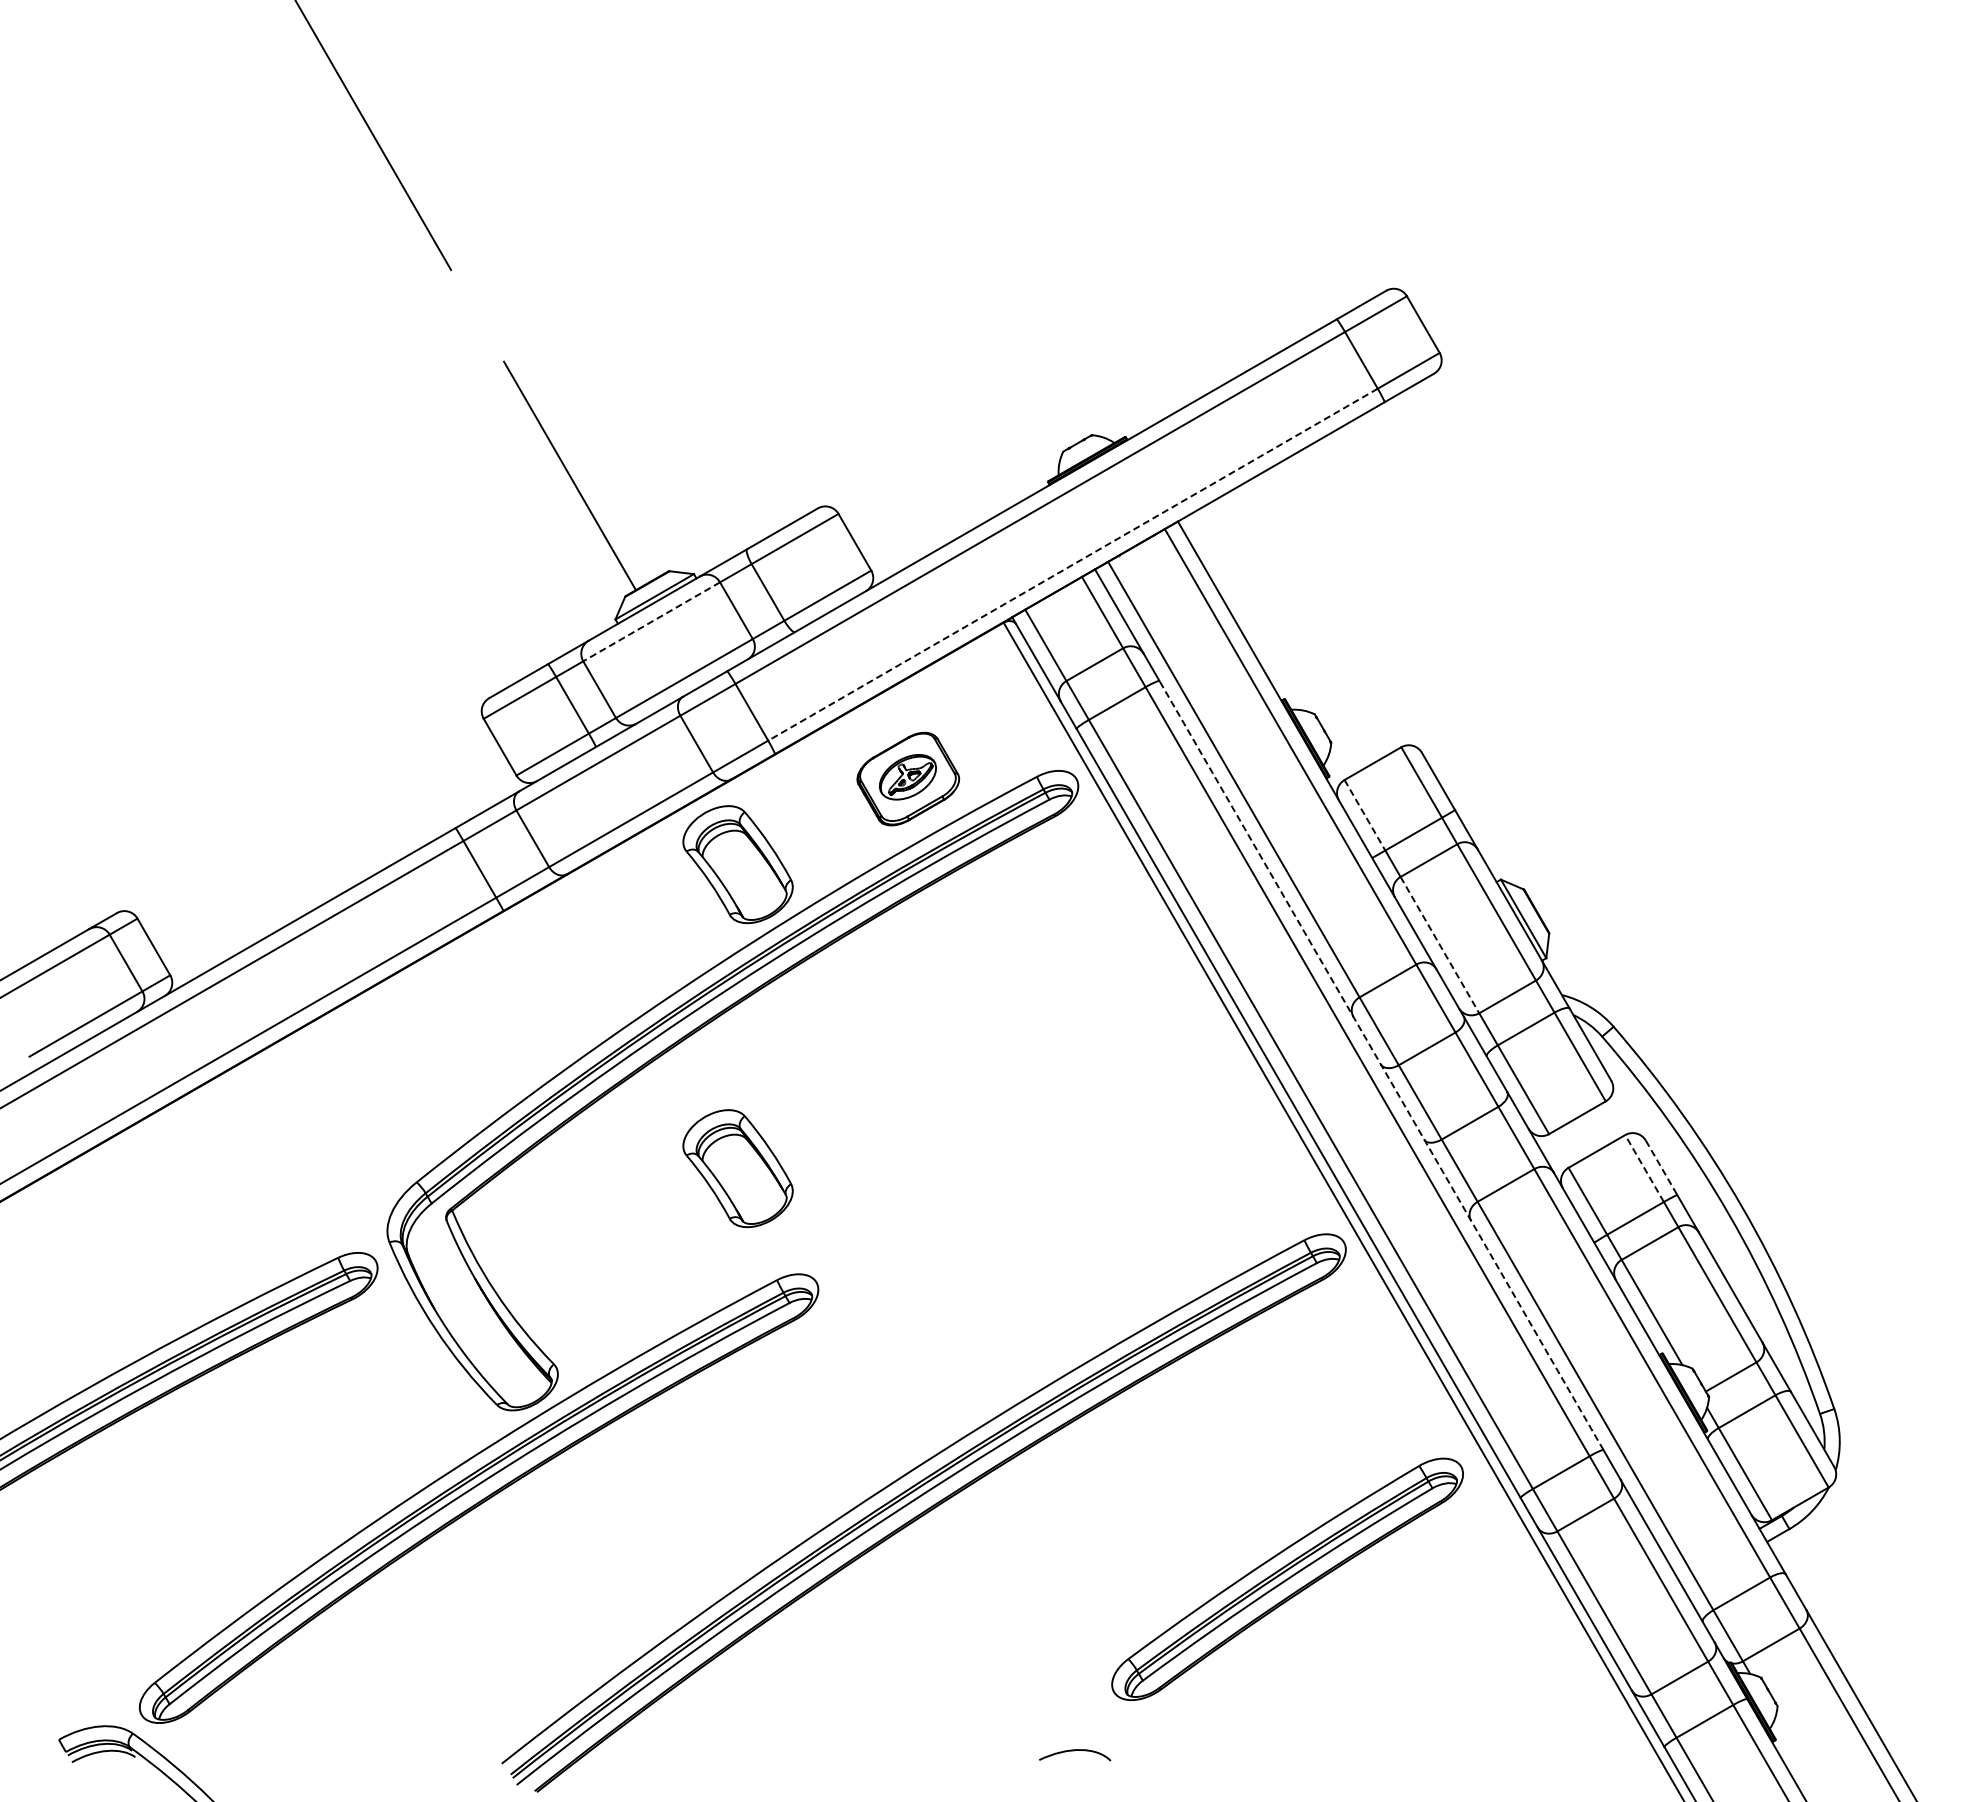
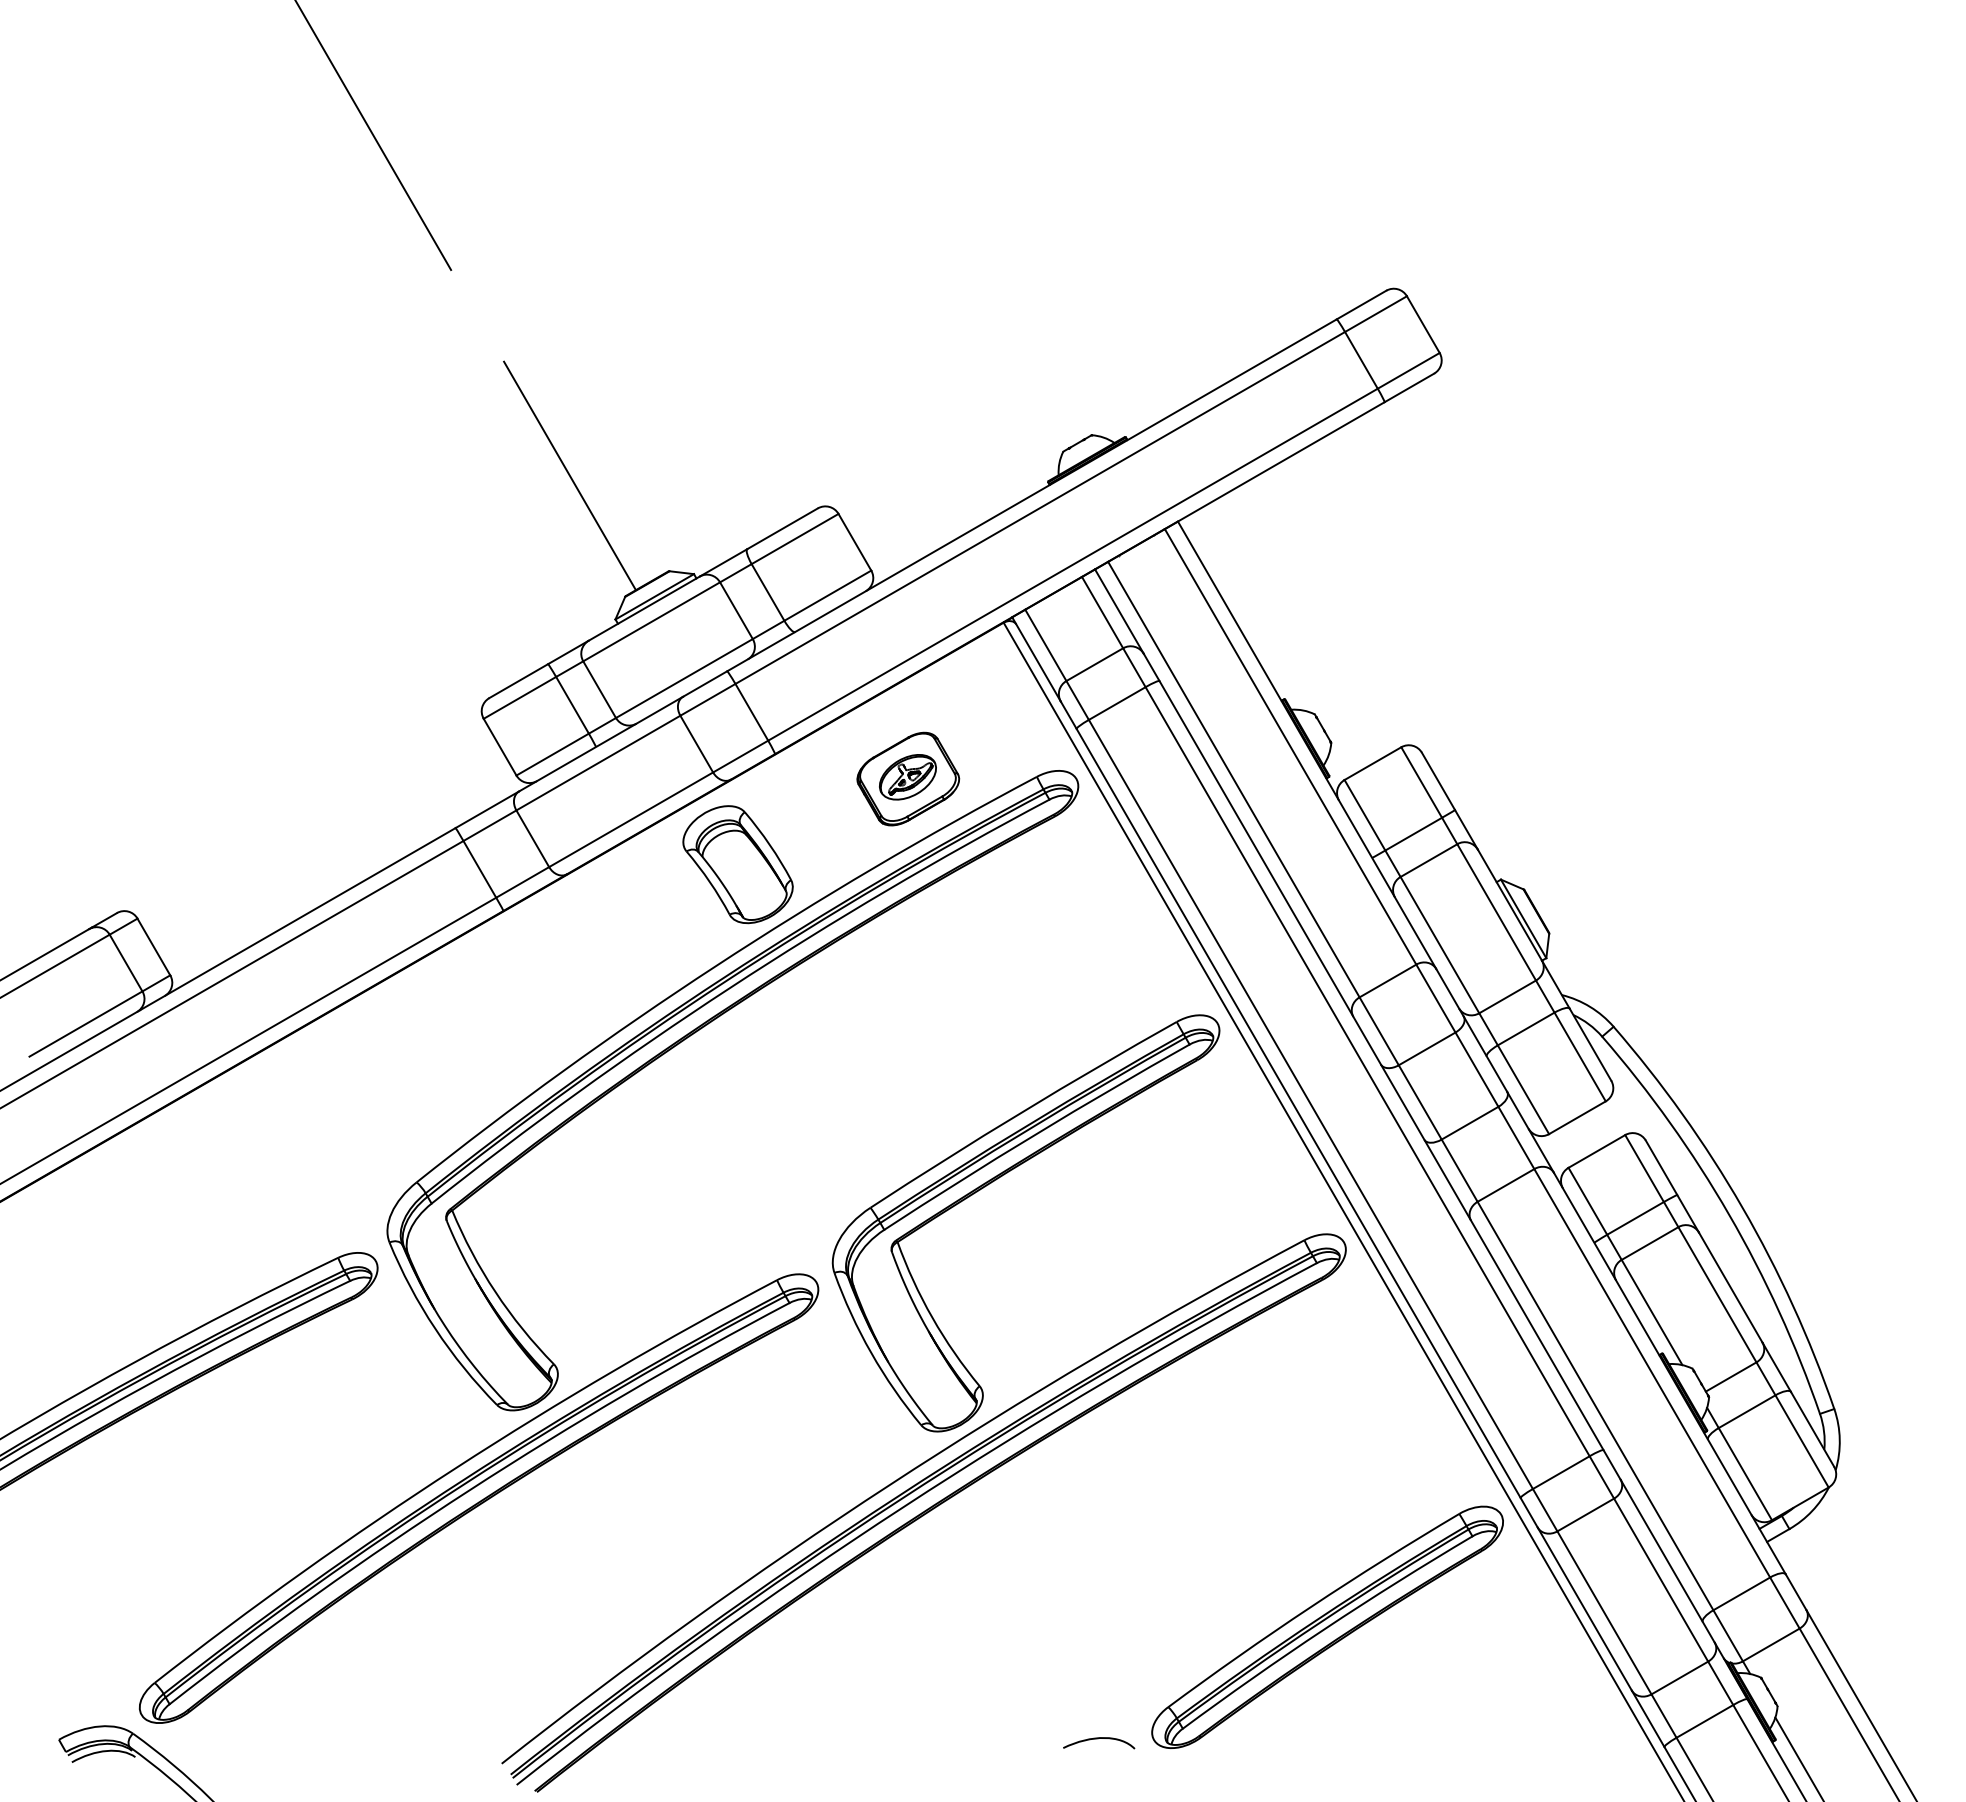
line at (1073, 564): dashed -> solid
line at (651, 621): dashed -> solid
line at (1364, 815): dashed -> solid
line at (1439, 945): dashed -> solid
line at (1381, 1065): dashed -> solid
part at (737, 1168): present -> none
line at (1644, 1168): dashed -> solid
line at (1661, 1168): dashed -> solid
part at (996, 1180): none -> present
part at (1287, 1578) position: (1287, 1578) -> (1327, 1626)
curve at (1074, 1751) position: (1074, 1751) -> (1098, 1739)
line at (1798, 1757): none -> present
